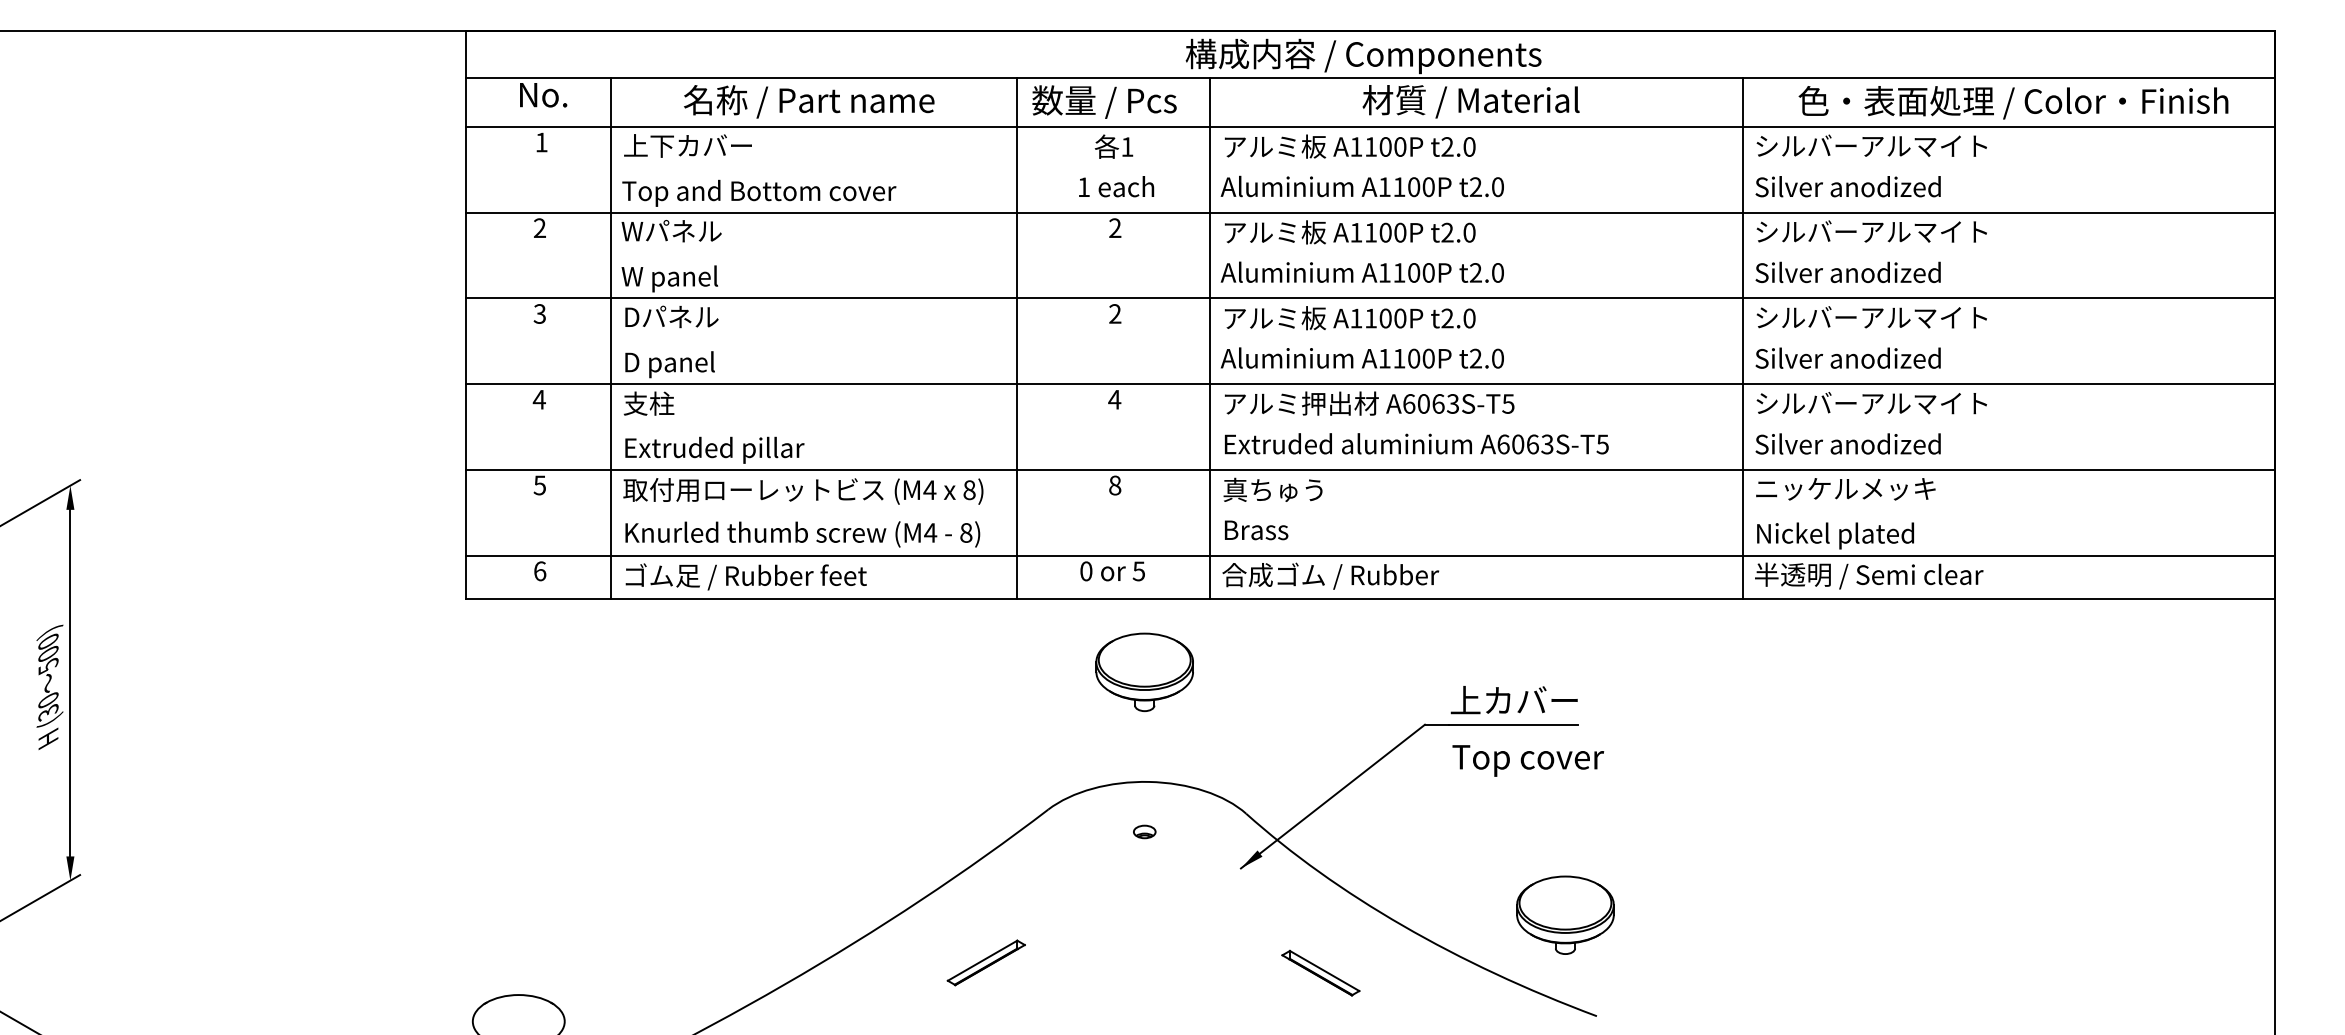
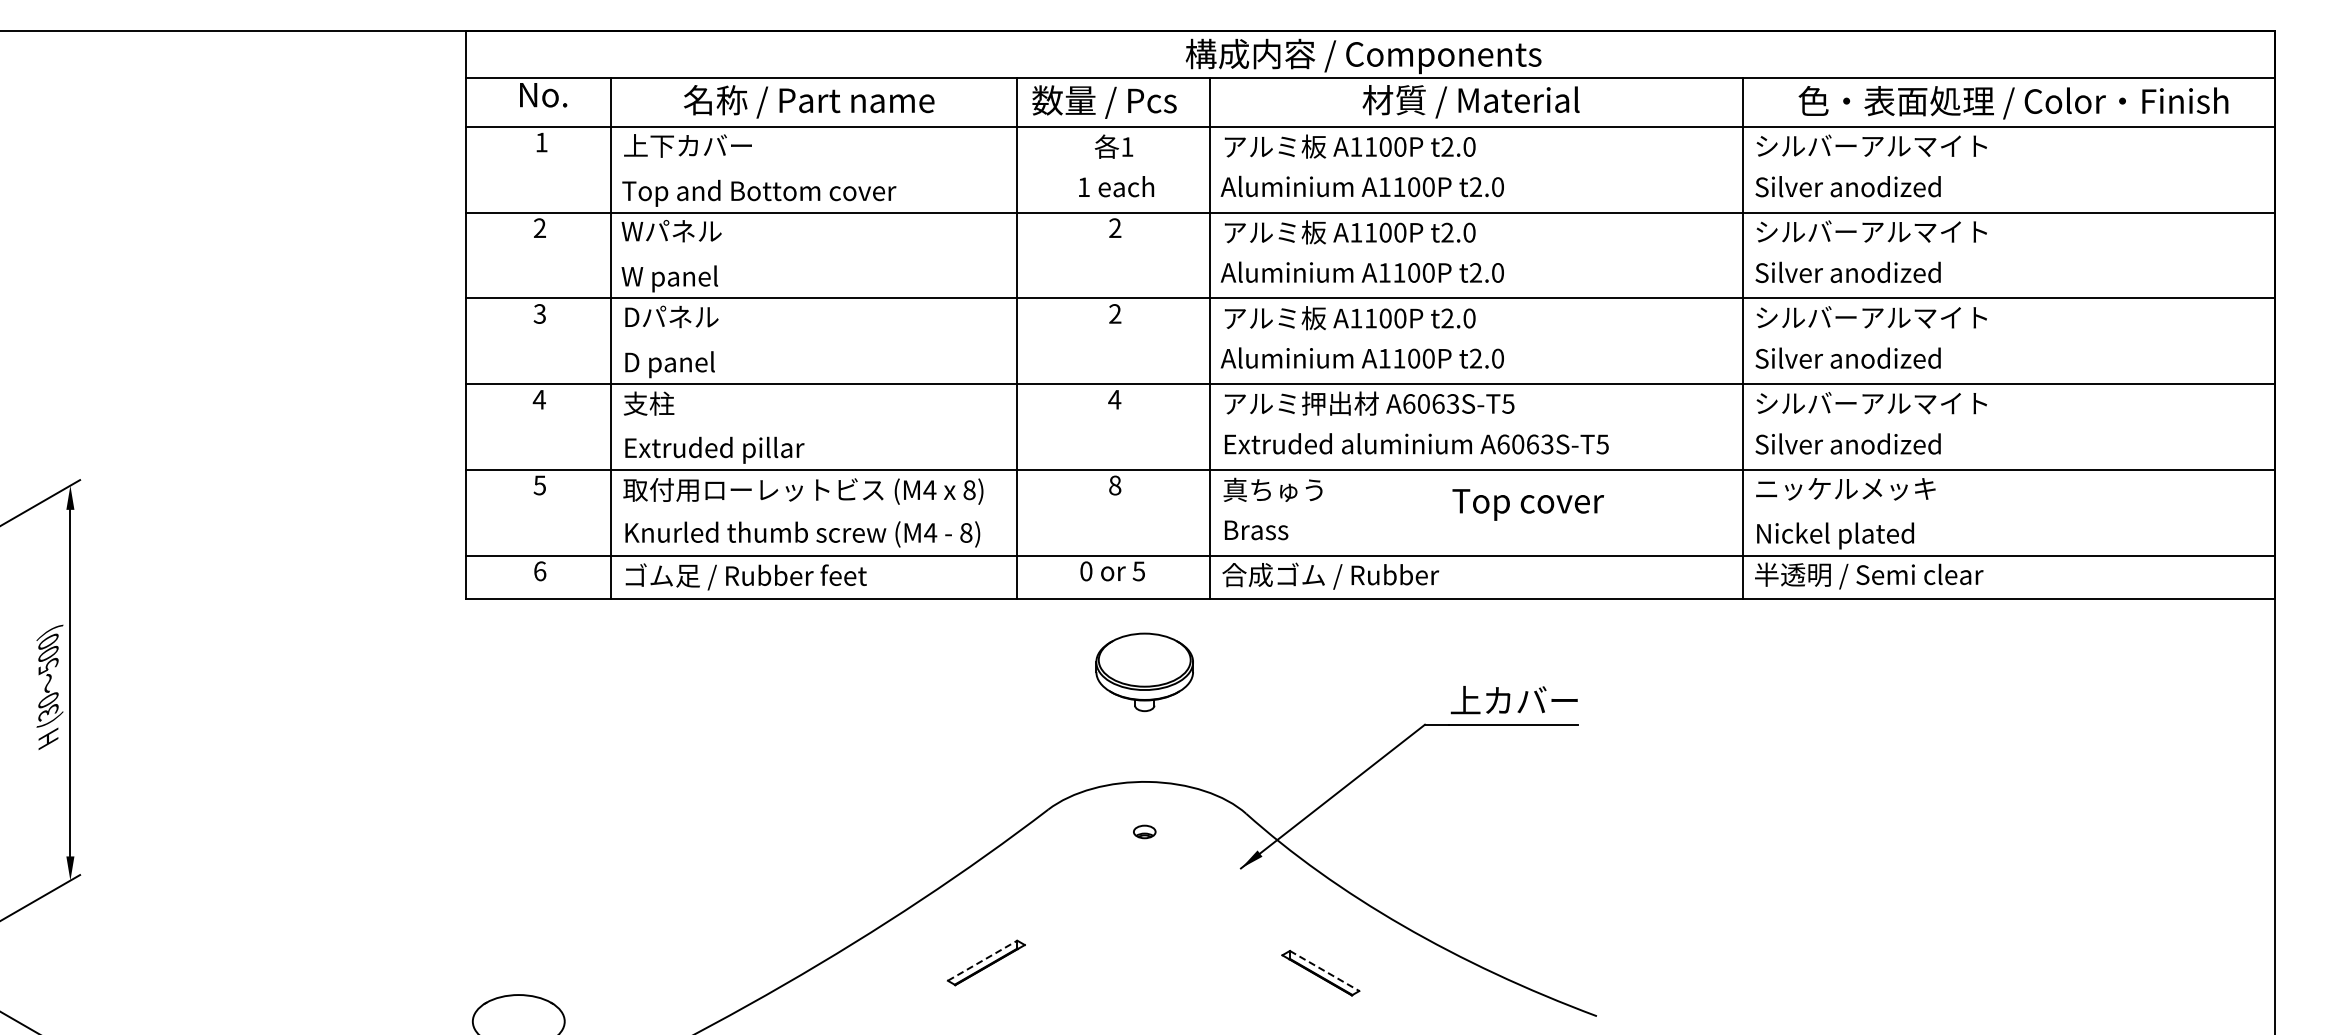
text at (1528, 760) position: (1528, 760) -> (1528, 504)
part at (1565, 914): present -> none
line at (983, 960): solid -> dashed
line at (1325, 971): solid -> dashed
